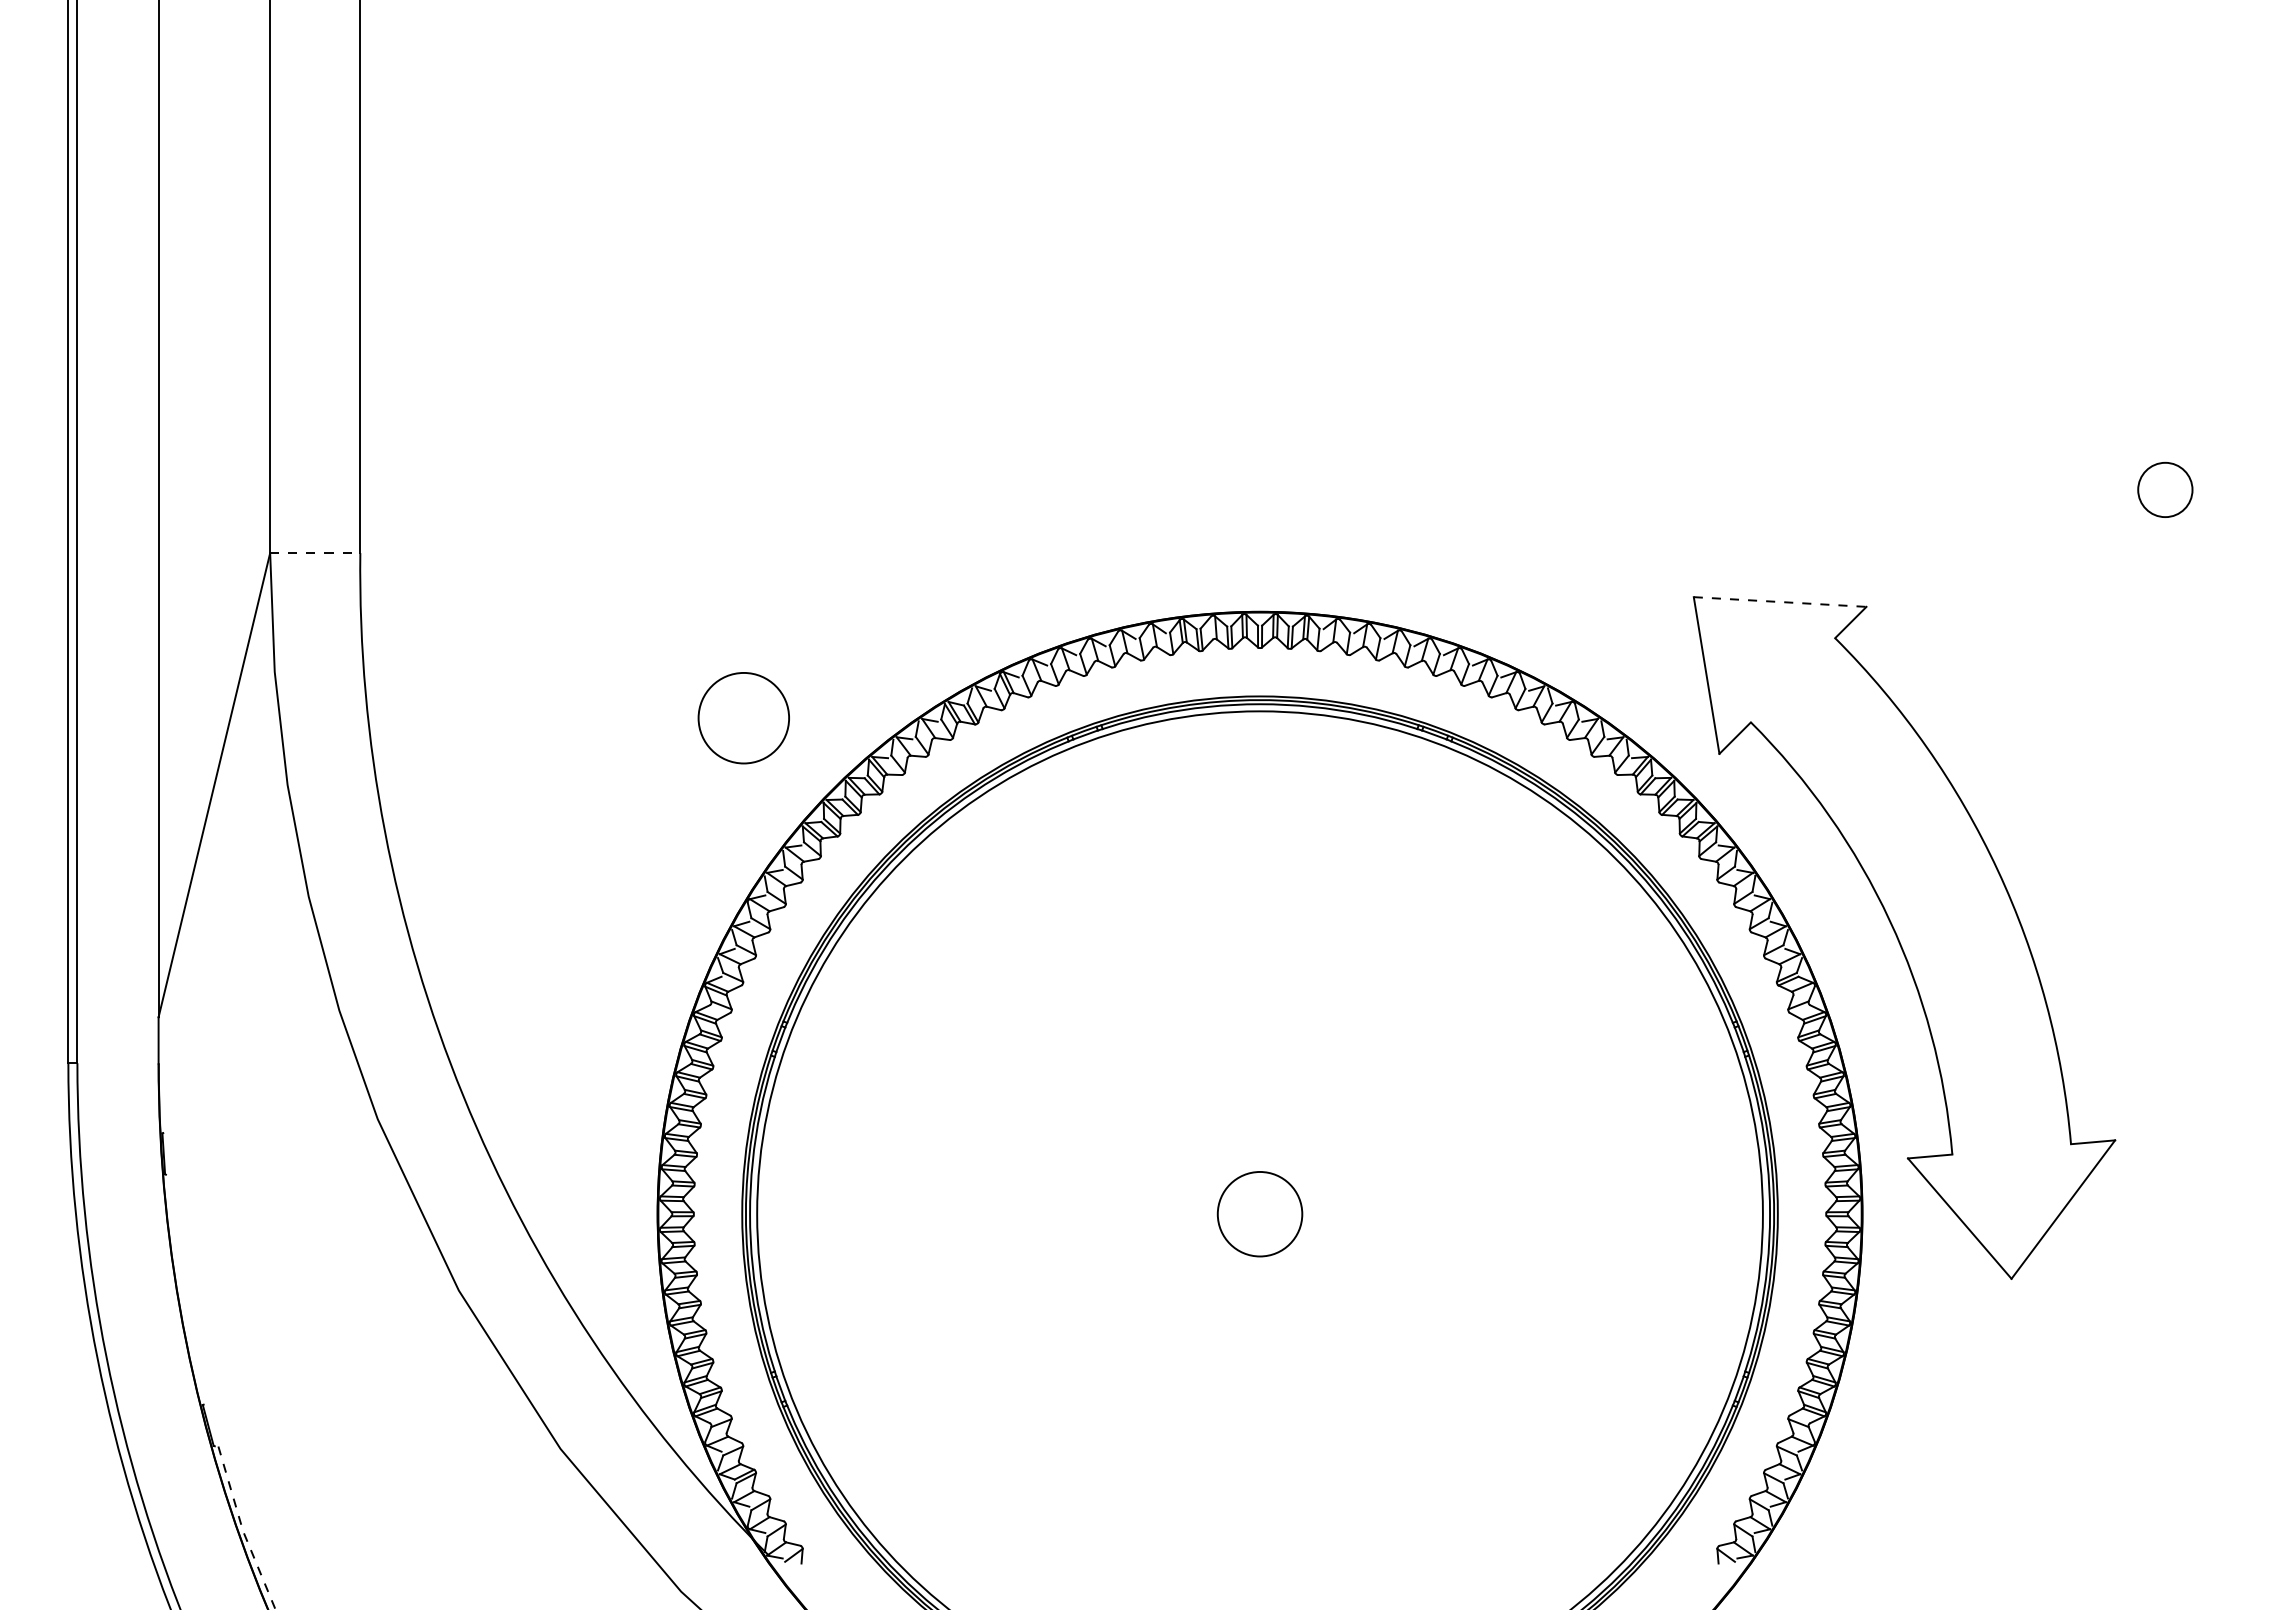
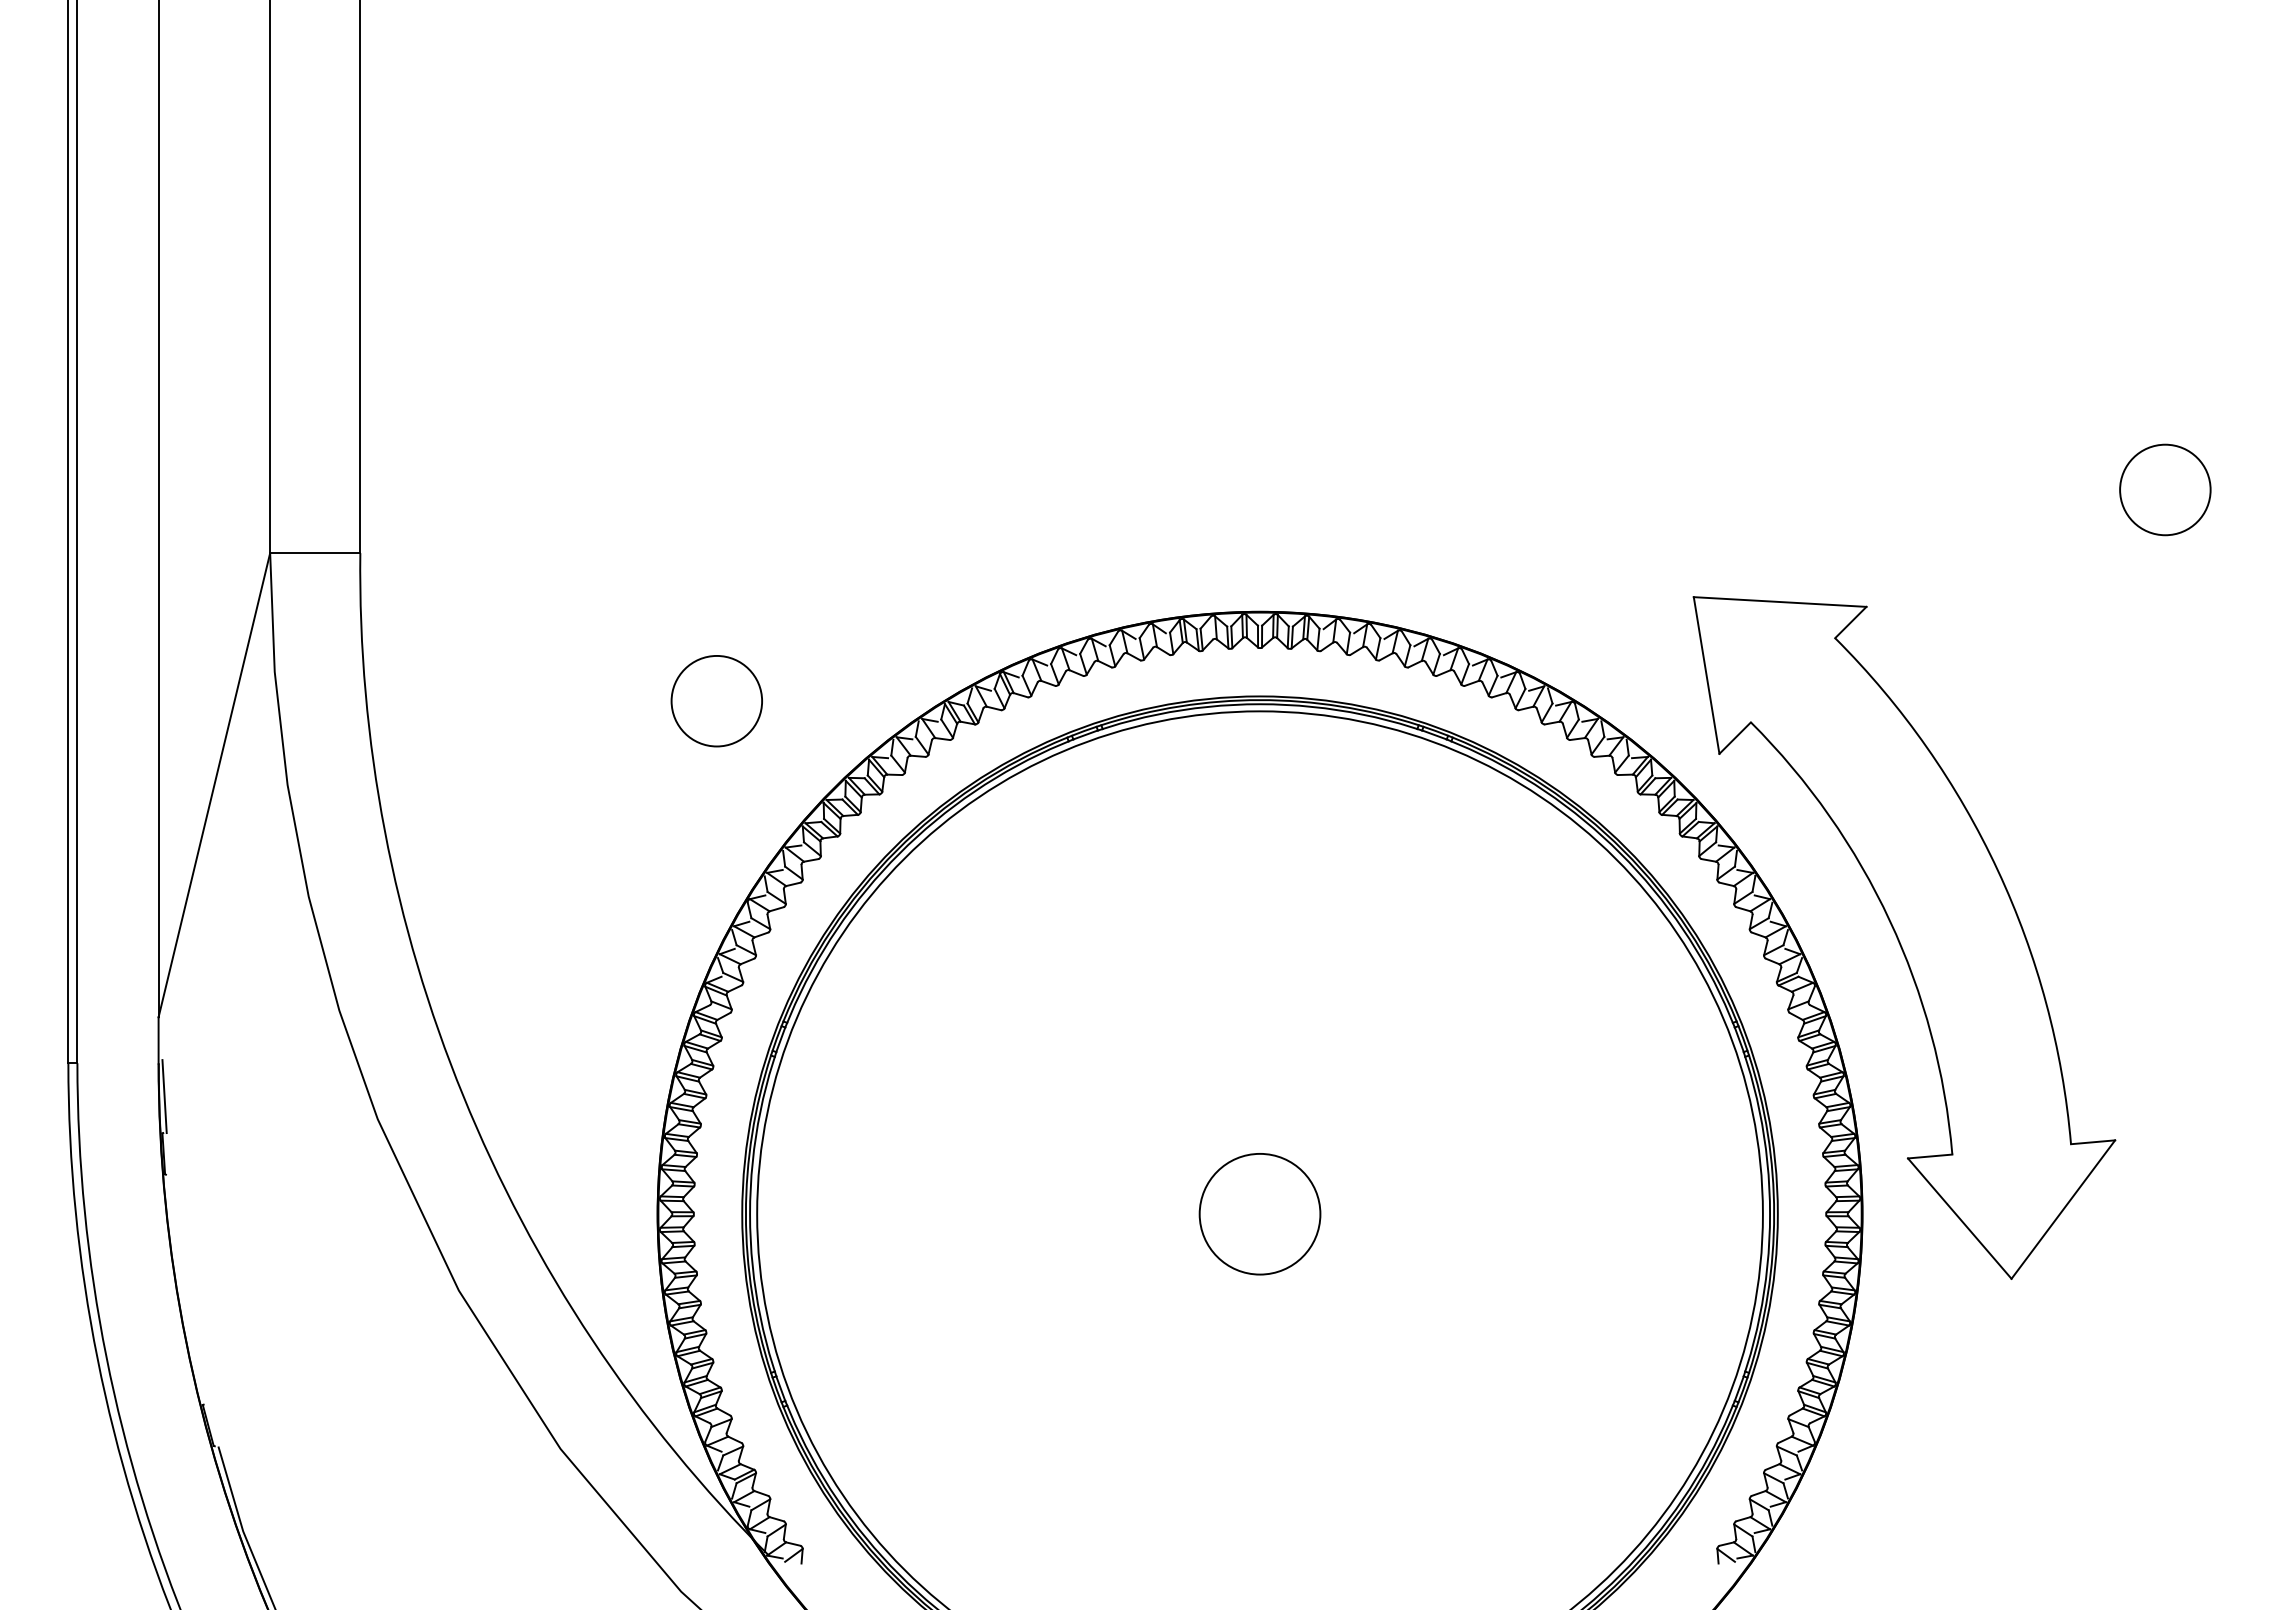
circle at (2165, 489) diameter: 54 px -> 91 px
line at (315, 553): dashed -> solid
line at (1780, 602): dashed -> solid
circle at (743, 718) position: (743, 718) -> (716, 701)
line at (164, 1096): none -> present
circle at (1259, 1213) diameter: 84 px -> 121 px
line at (242, 1530): dashed -> solid
